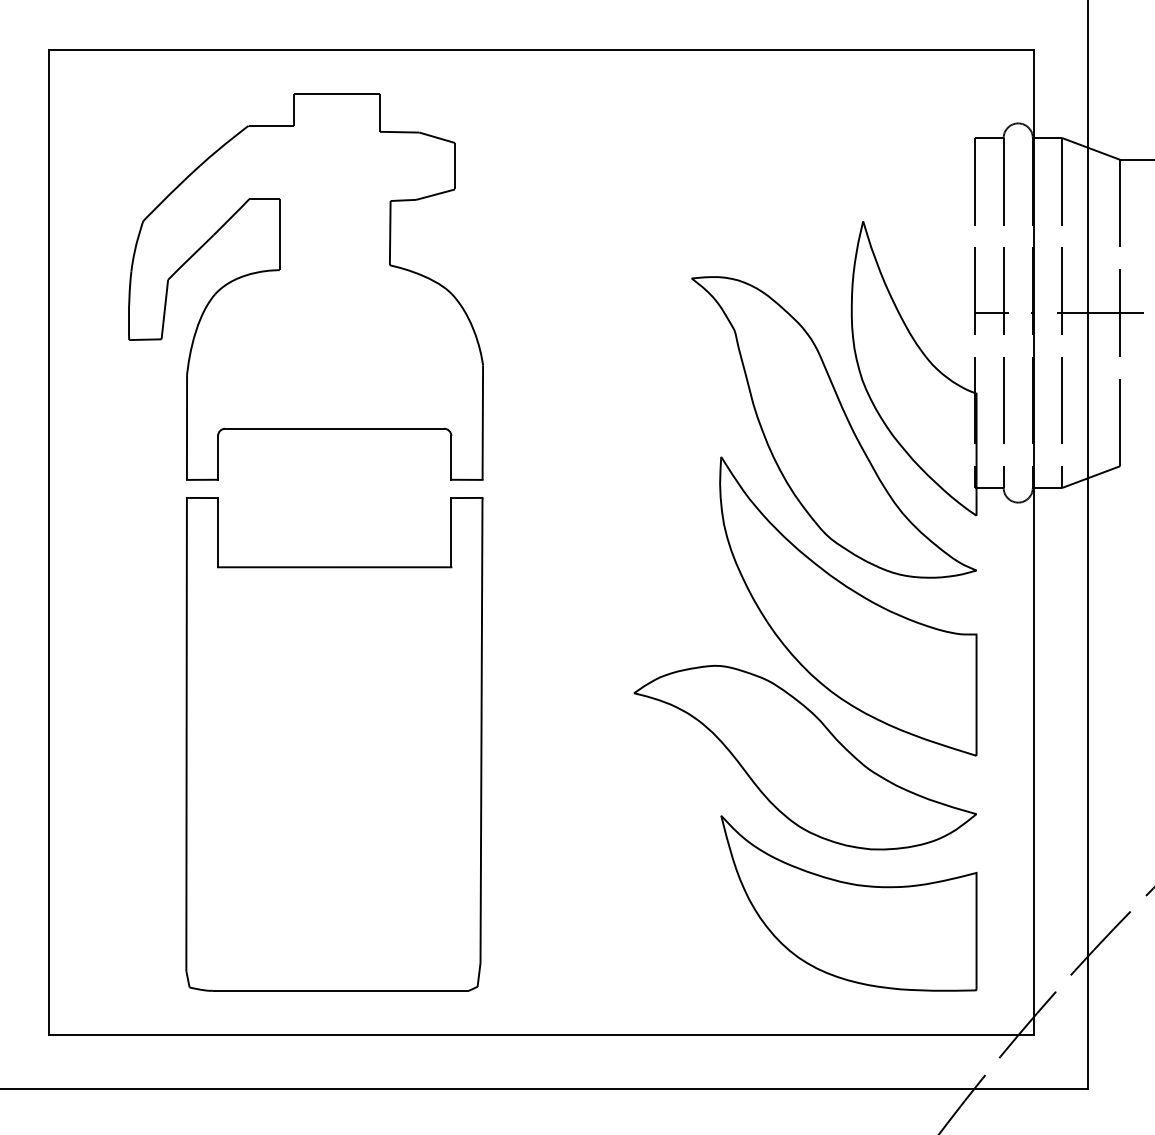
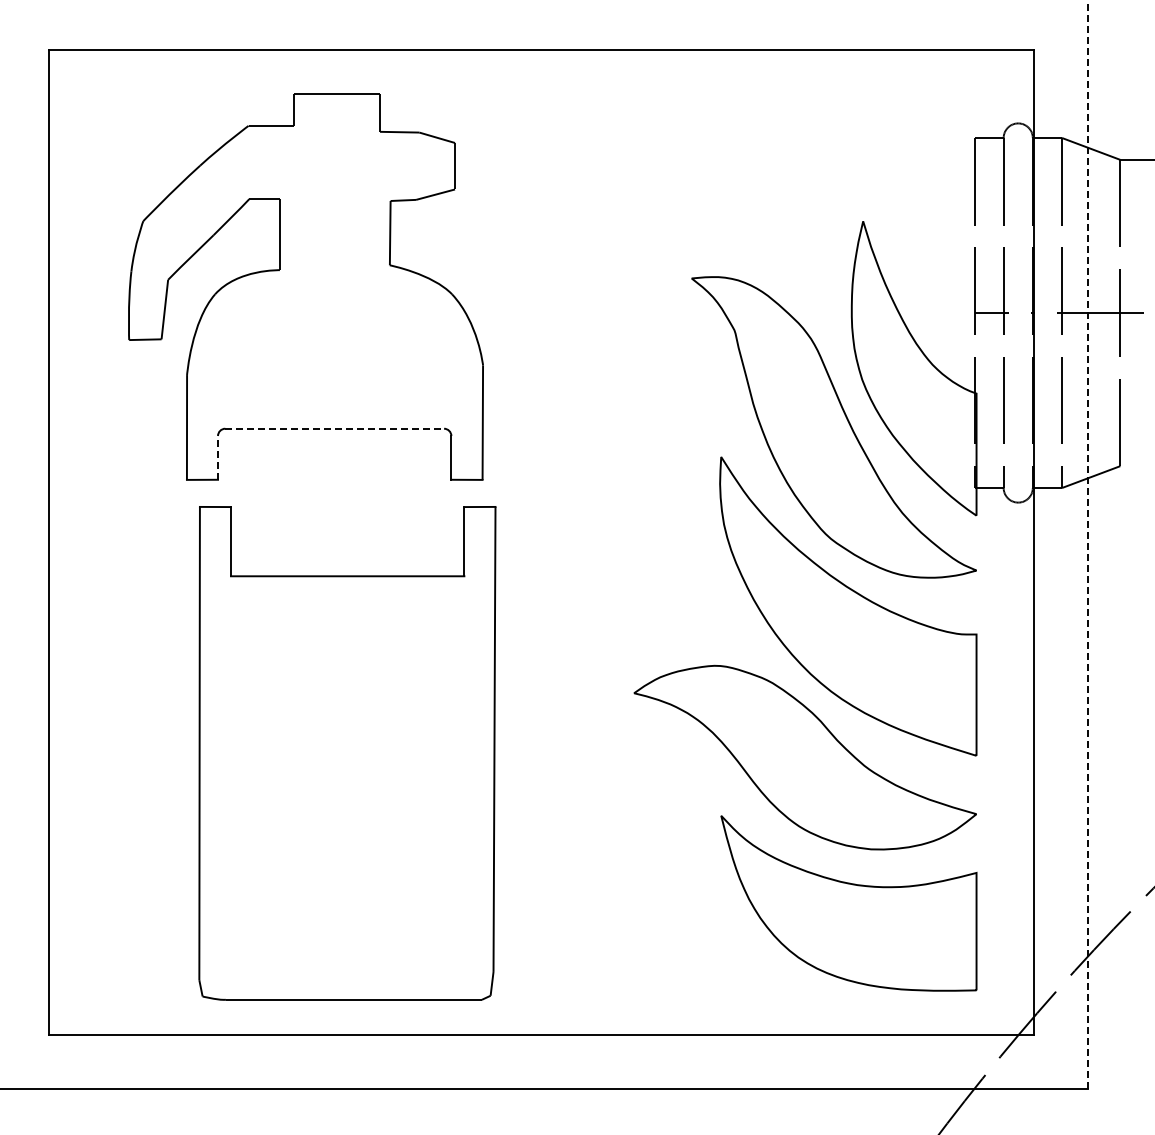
line at (335, 428): solid -> dashed
line at (218, 457): solid -> dashed
line at (1088, 544): solid -> dashed
part at (334, 744) position: (334, 744) -> (347, 753)
